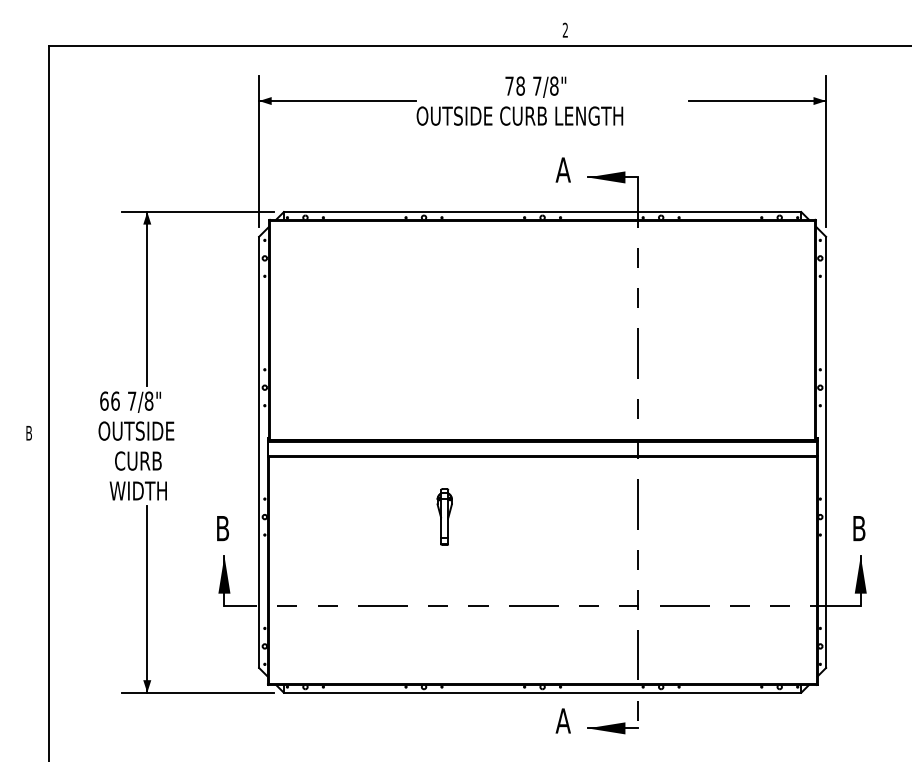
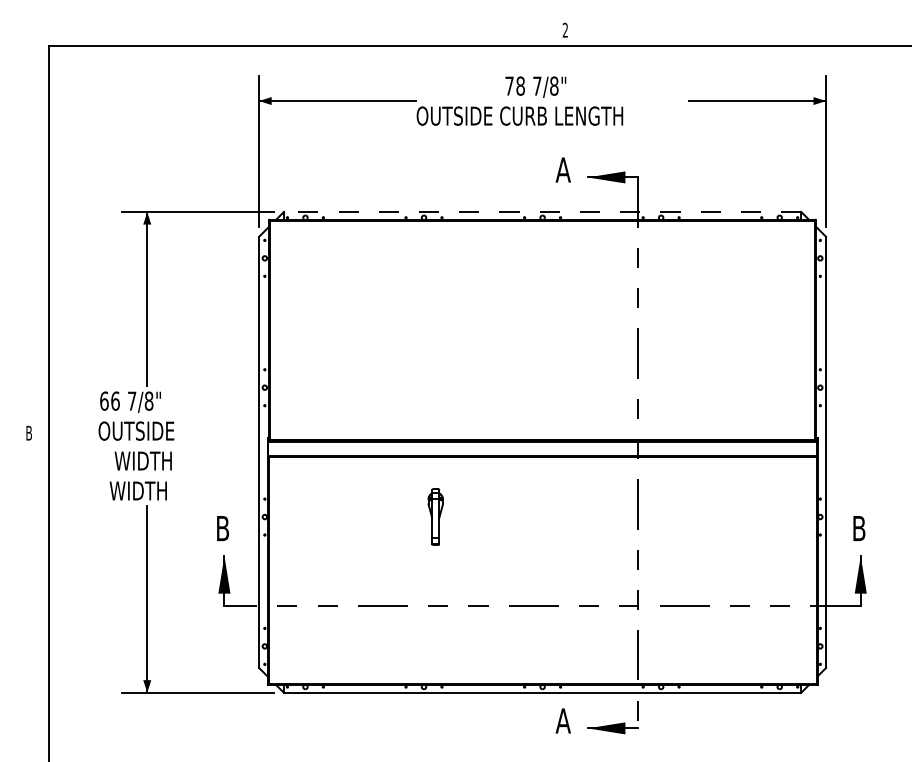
line at (542, 212): solid -> dashed
text at (142, 460): CURB -> WIDTH
part at (444, 516) position: (444, 516) -> (435, 516)
